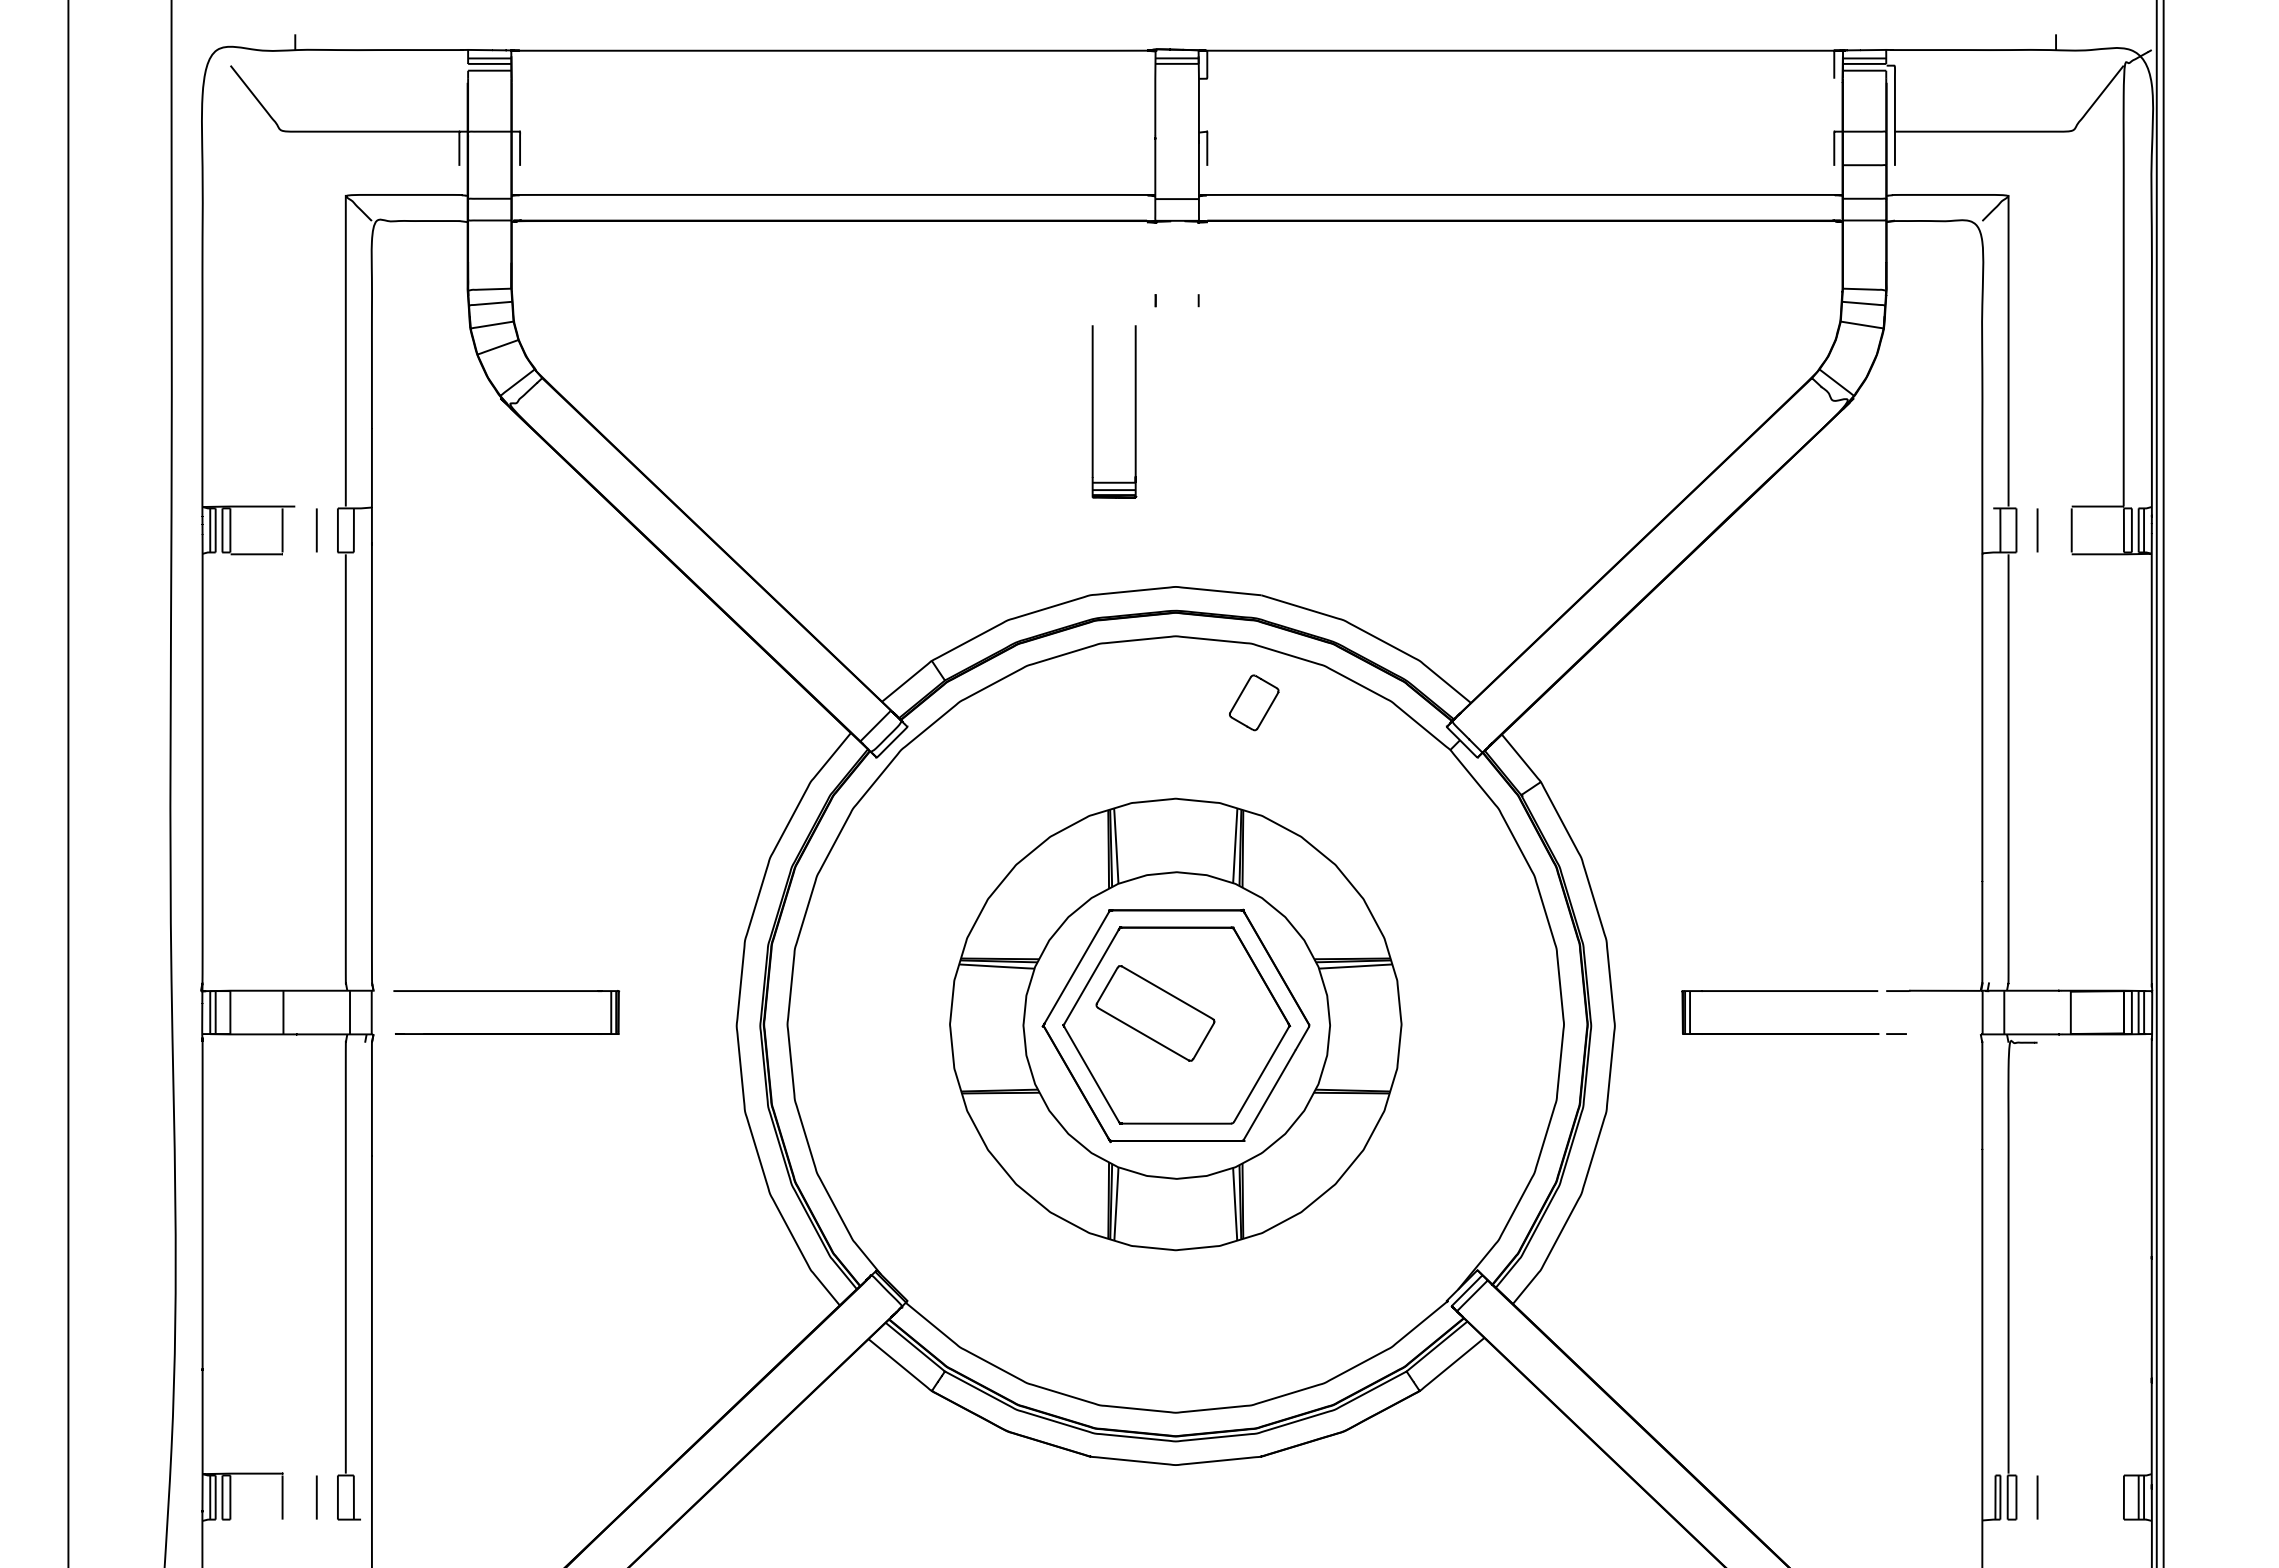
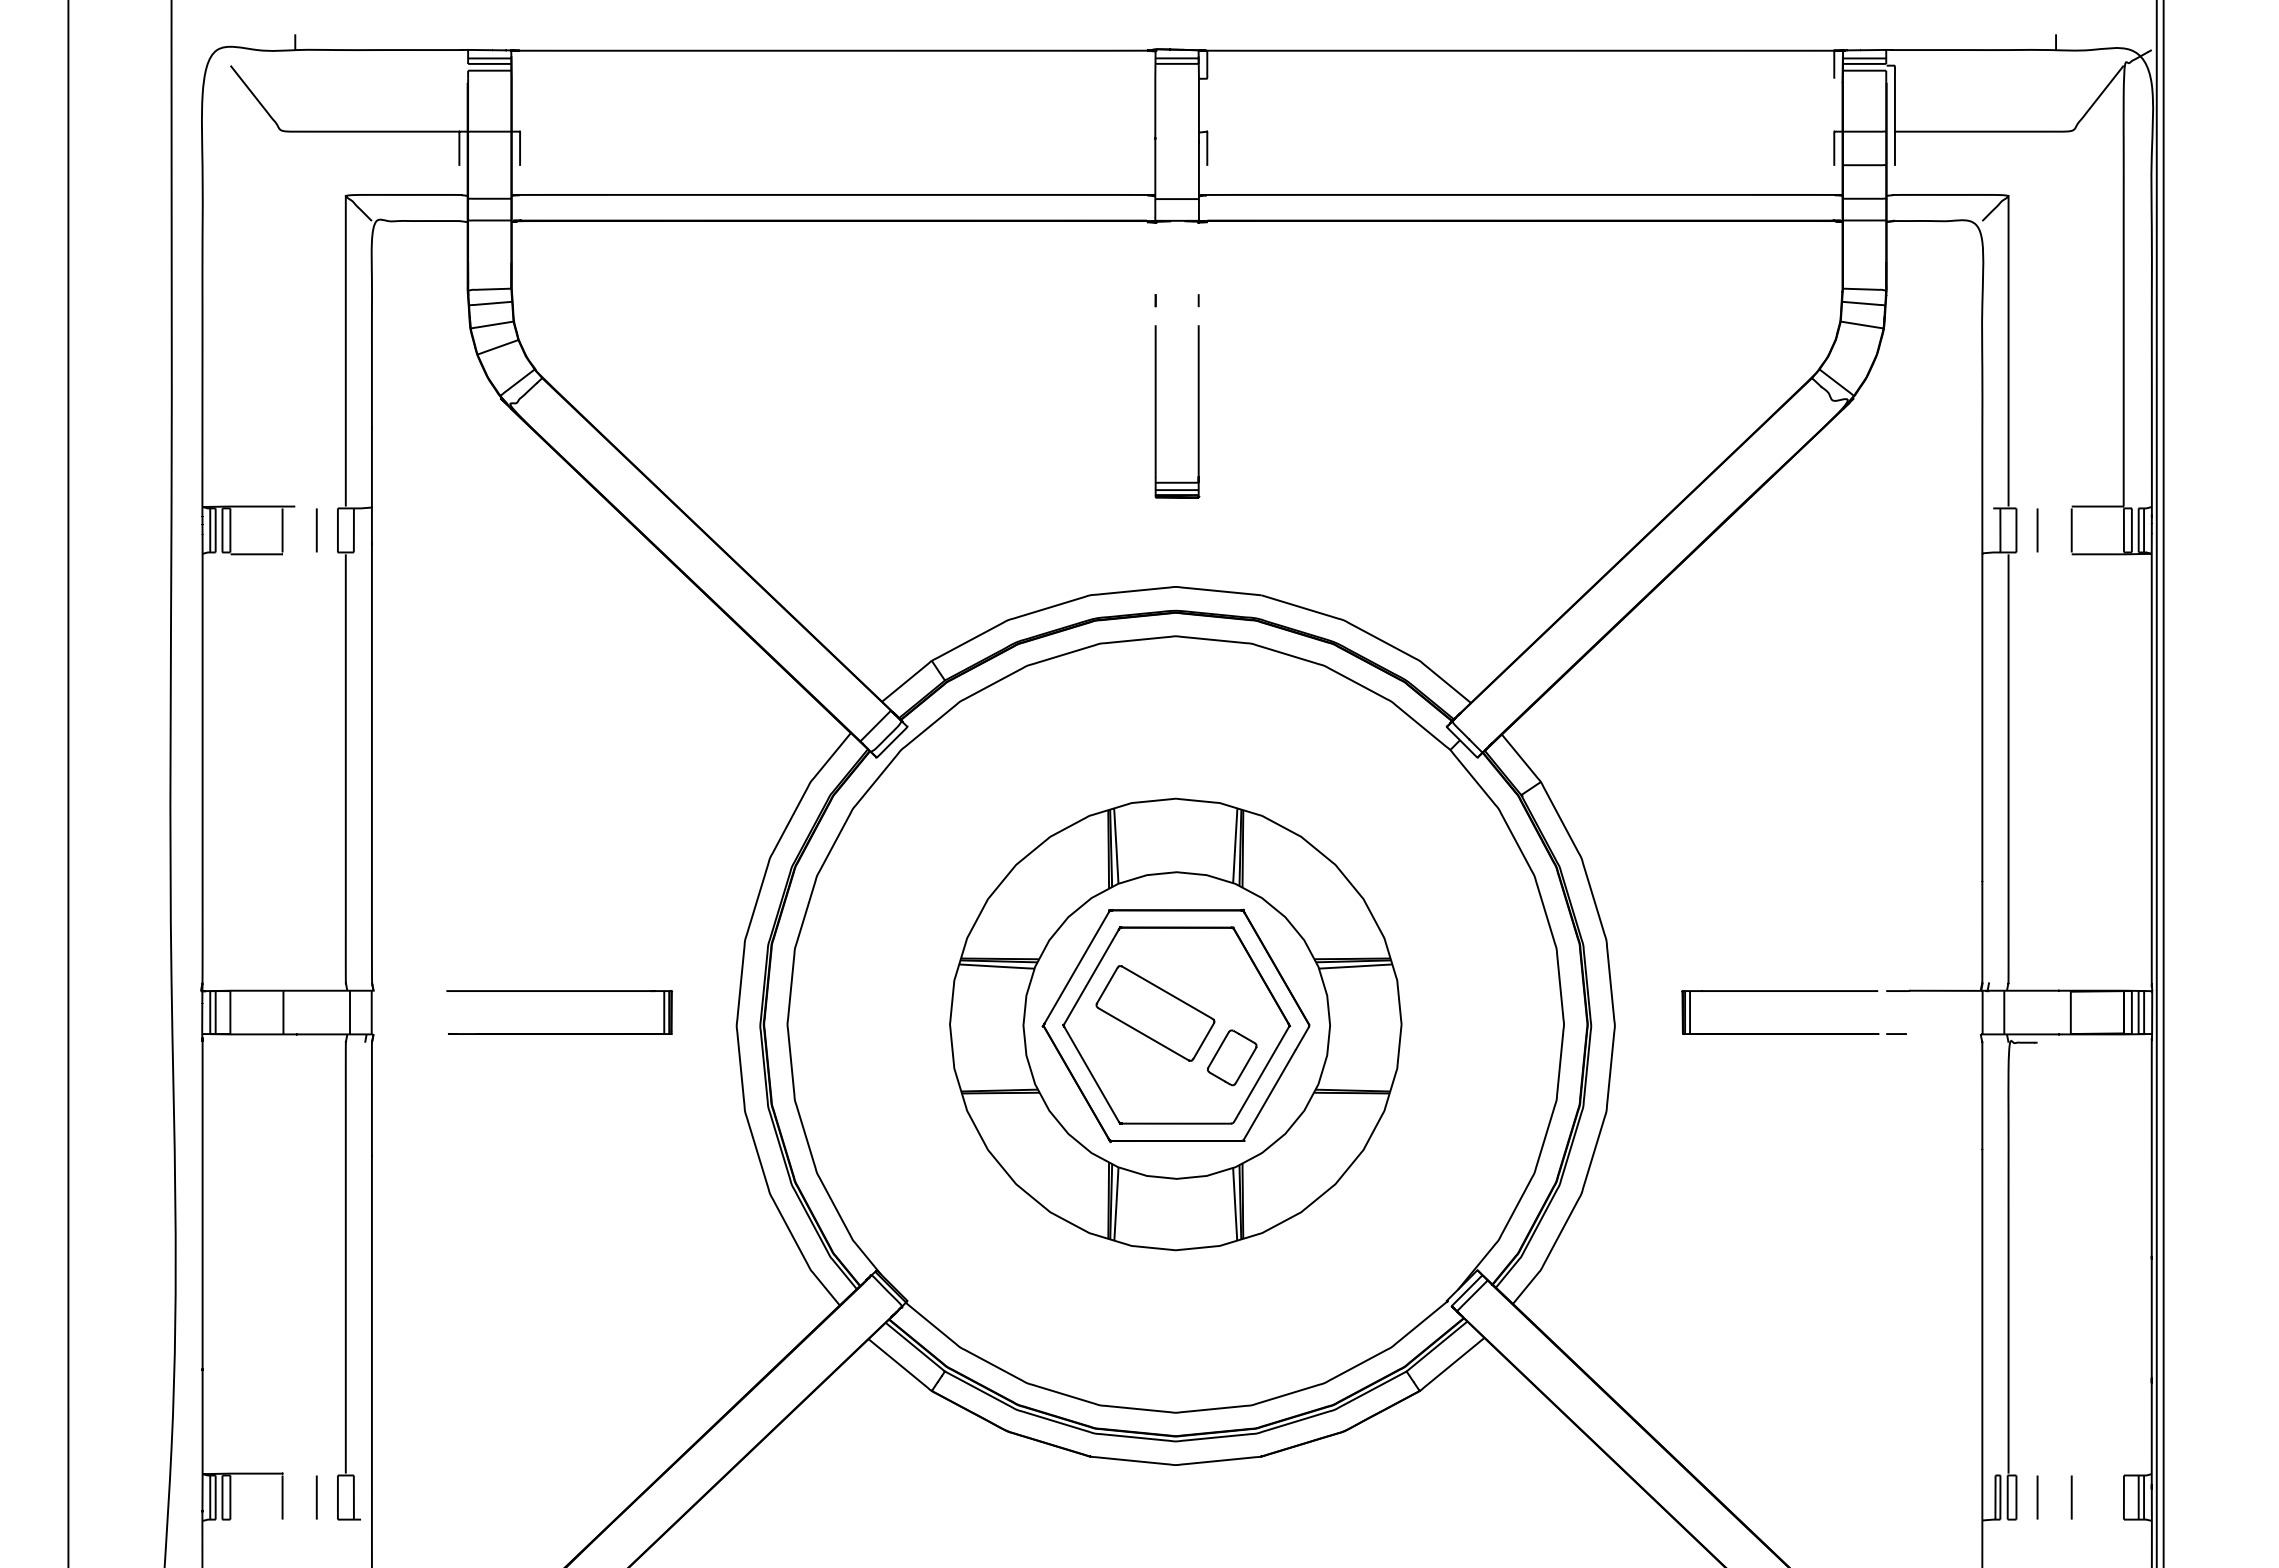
part at (1134, 411) position: (1134, 411) -> (1197, 411)
part at (1254, 702) position: (1254, 702) -> (1232, 1057)
part at (506, 991) position: (506, 991) -> (559, 991)
line at (2071, 1497): none -> present
